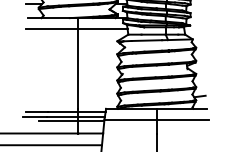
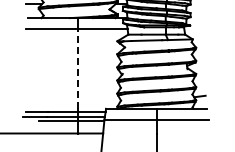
line at (78, 68): solid -> dashed
line at (52, 145): present -> none
